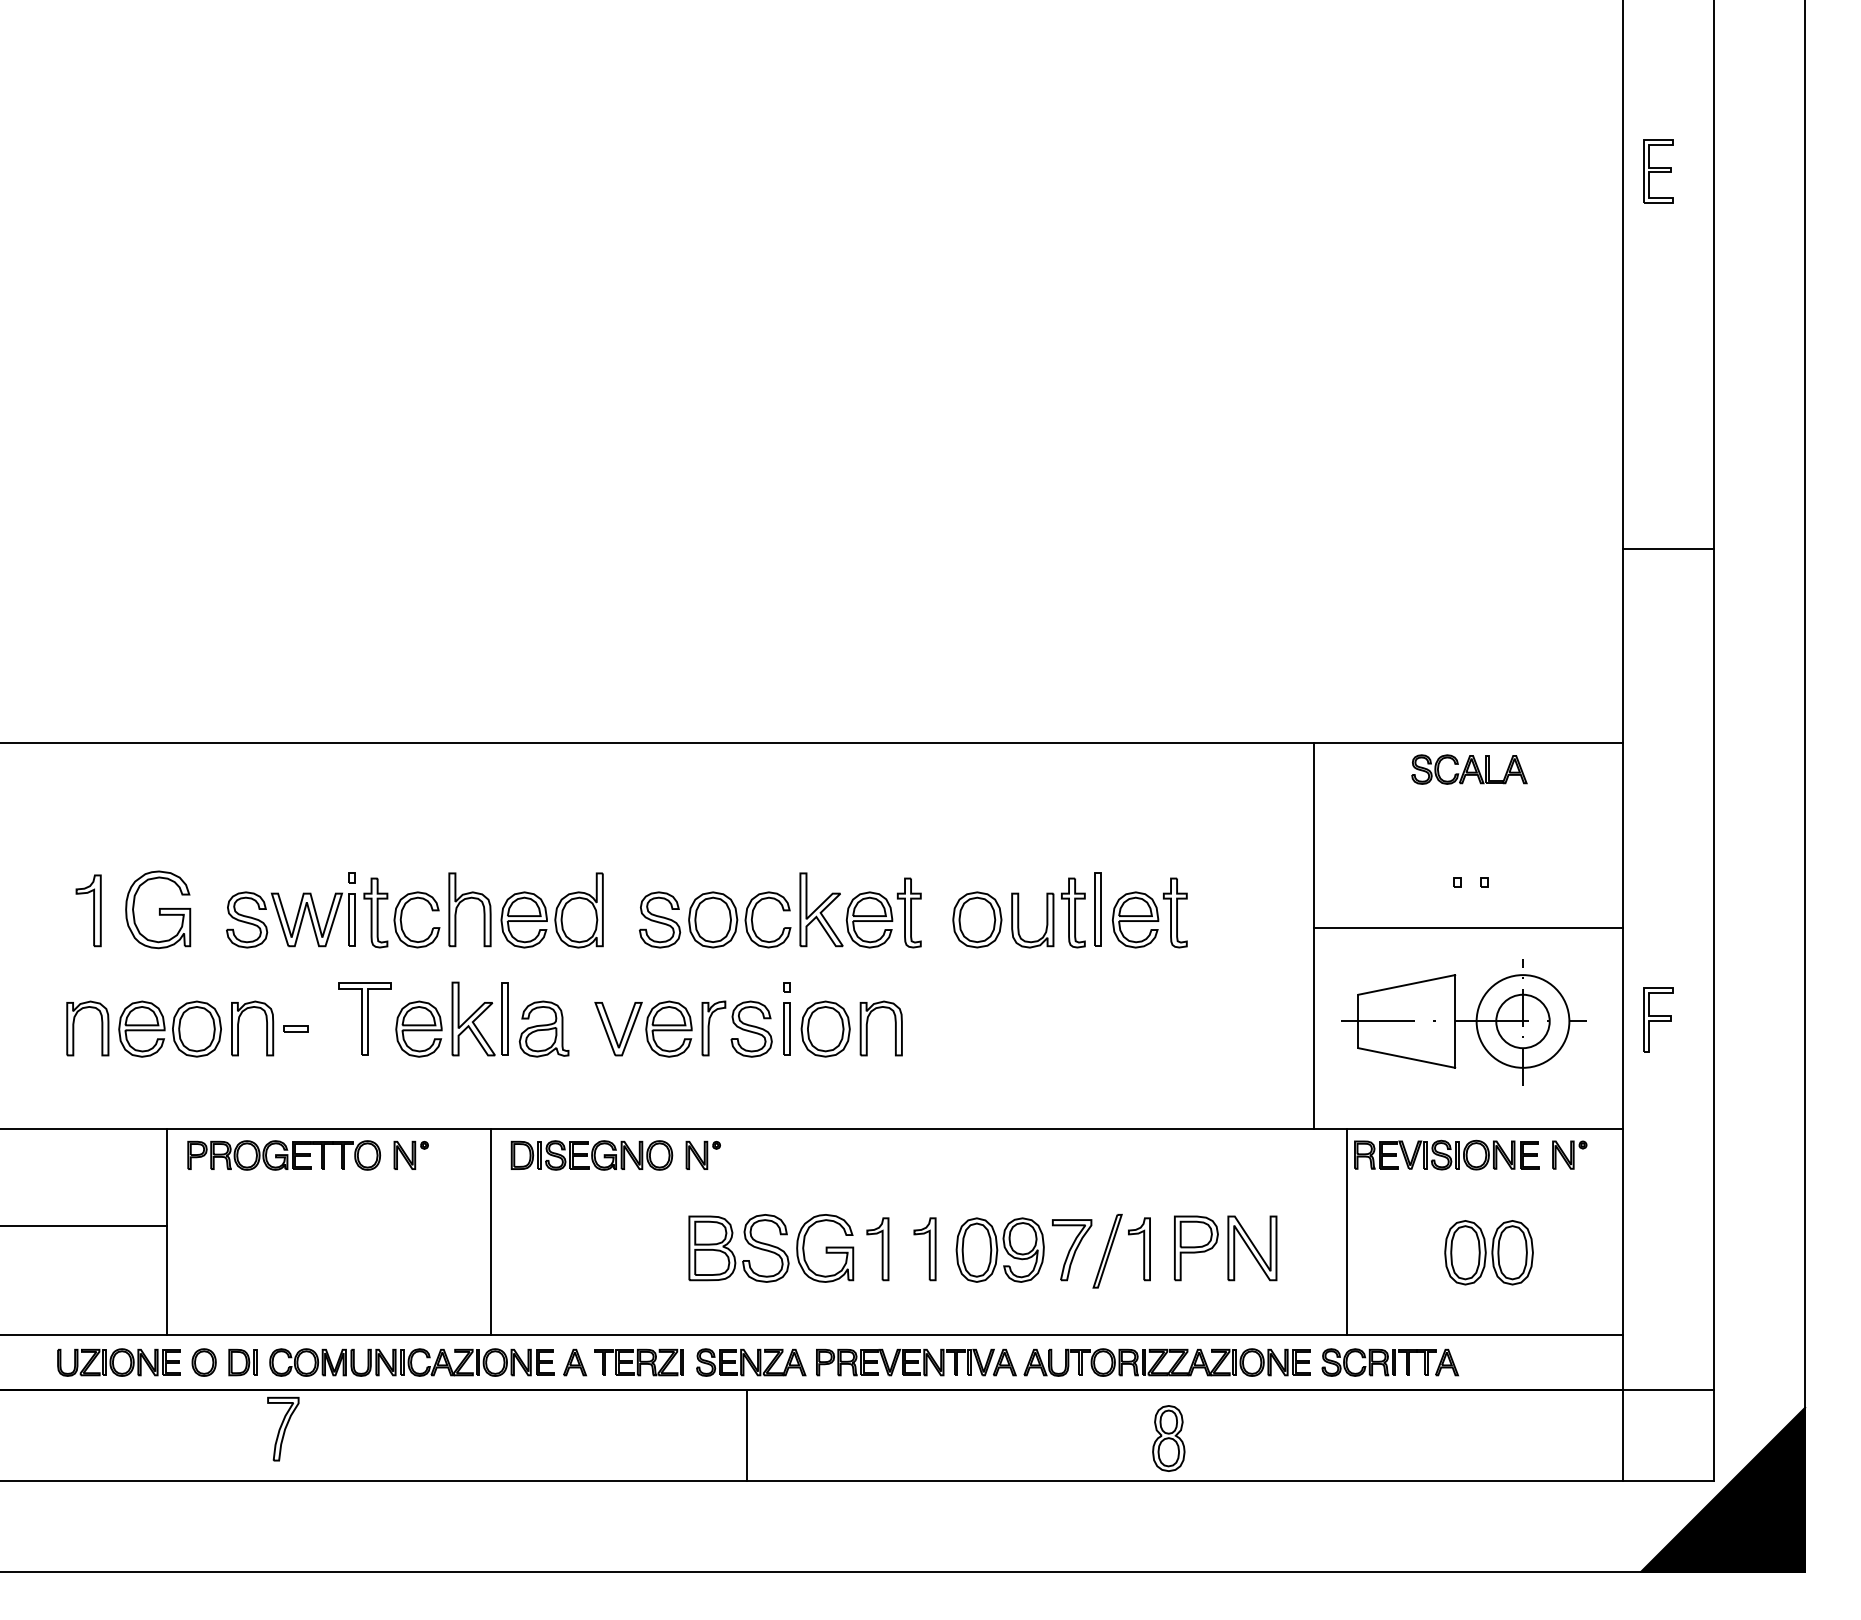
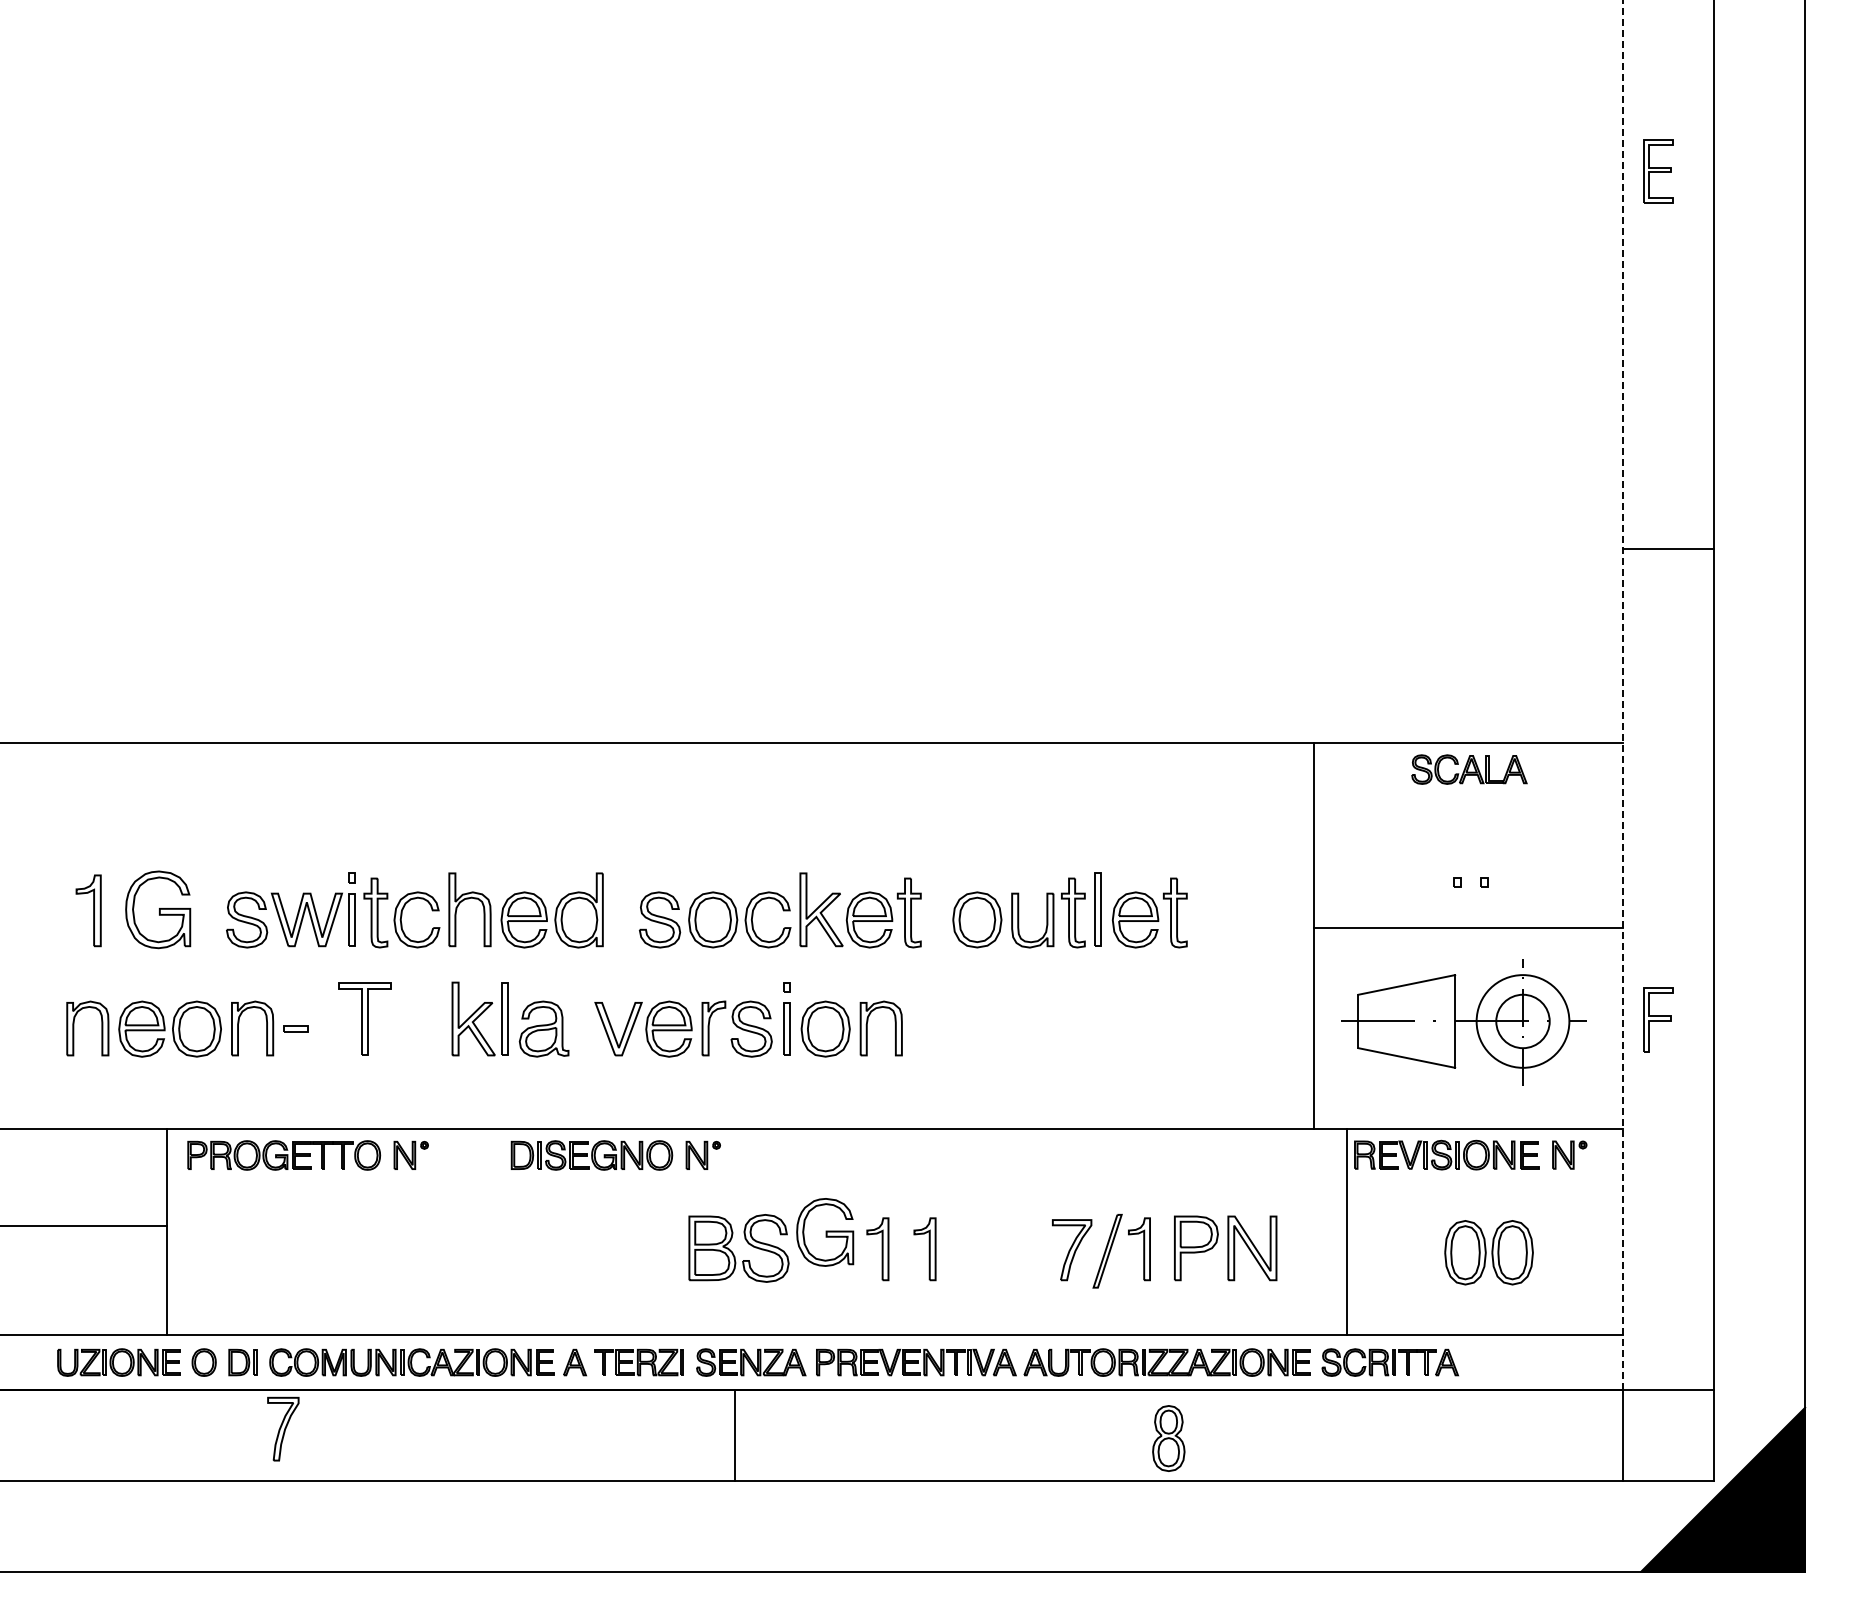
line at (1623, 694): solid -> dashed
part at (418, 1028): present -> none
line at (490, 1231): present -> none
part at (825, 1248) position: (825, 1248) -> (825, 1232)
part at (999, 1249): present -> none
line at (747, 1434) position: (747, 1434) -> (735, 1434)
